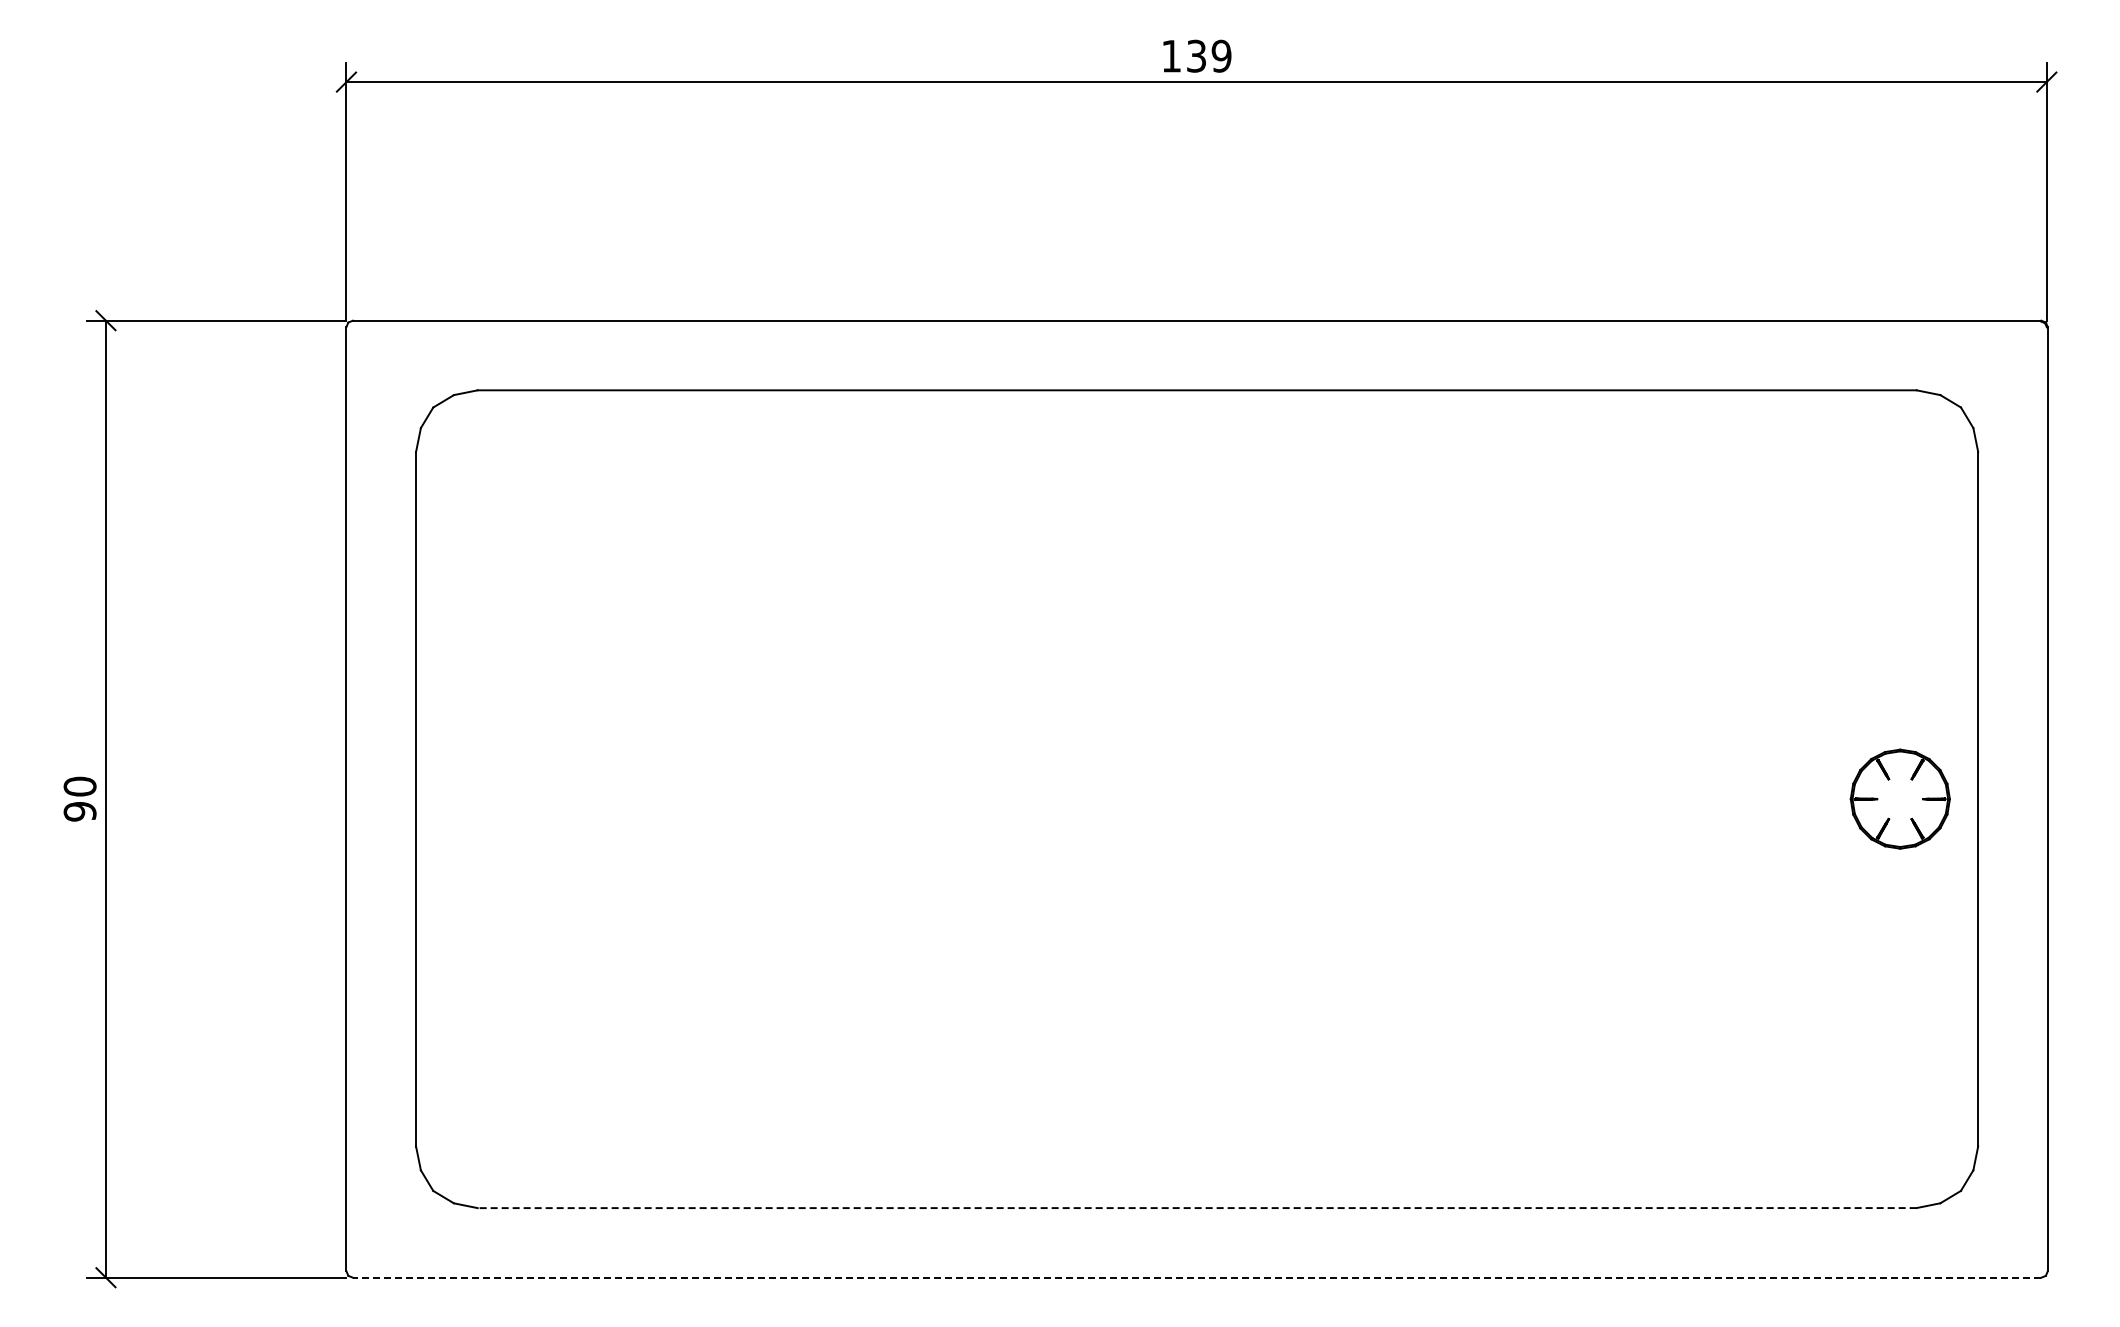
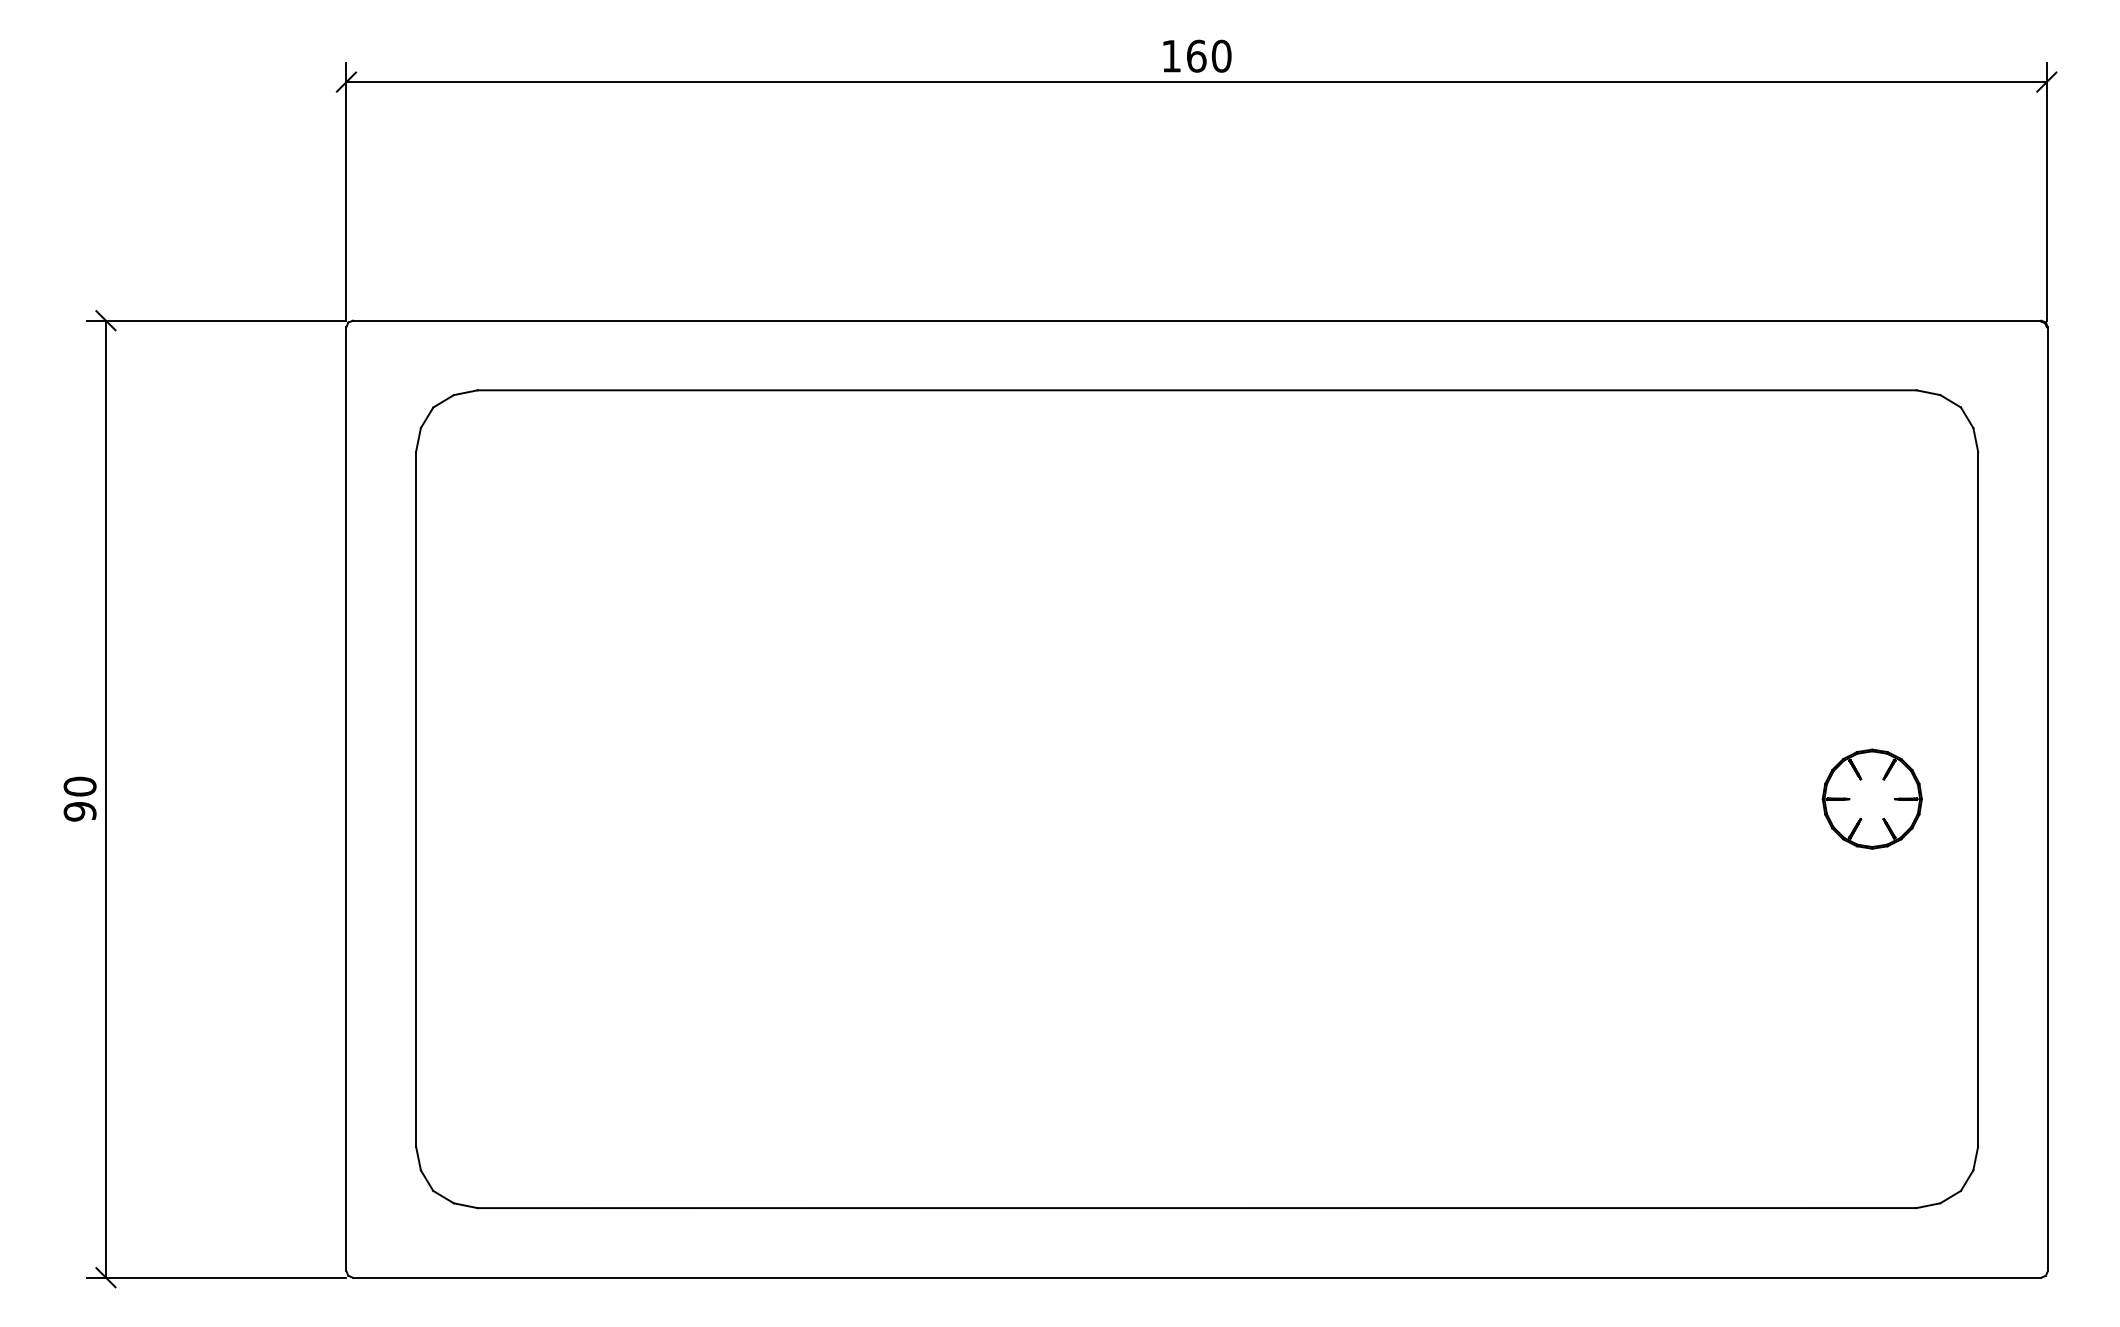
text at (1209, 55): 139 -> 160
part at (1899, 798) position: (1899, 798) -> (1871, 798)
line at (1196, 1208): dashed -> solid
line at (1196, 1277): dashed -> solid
